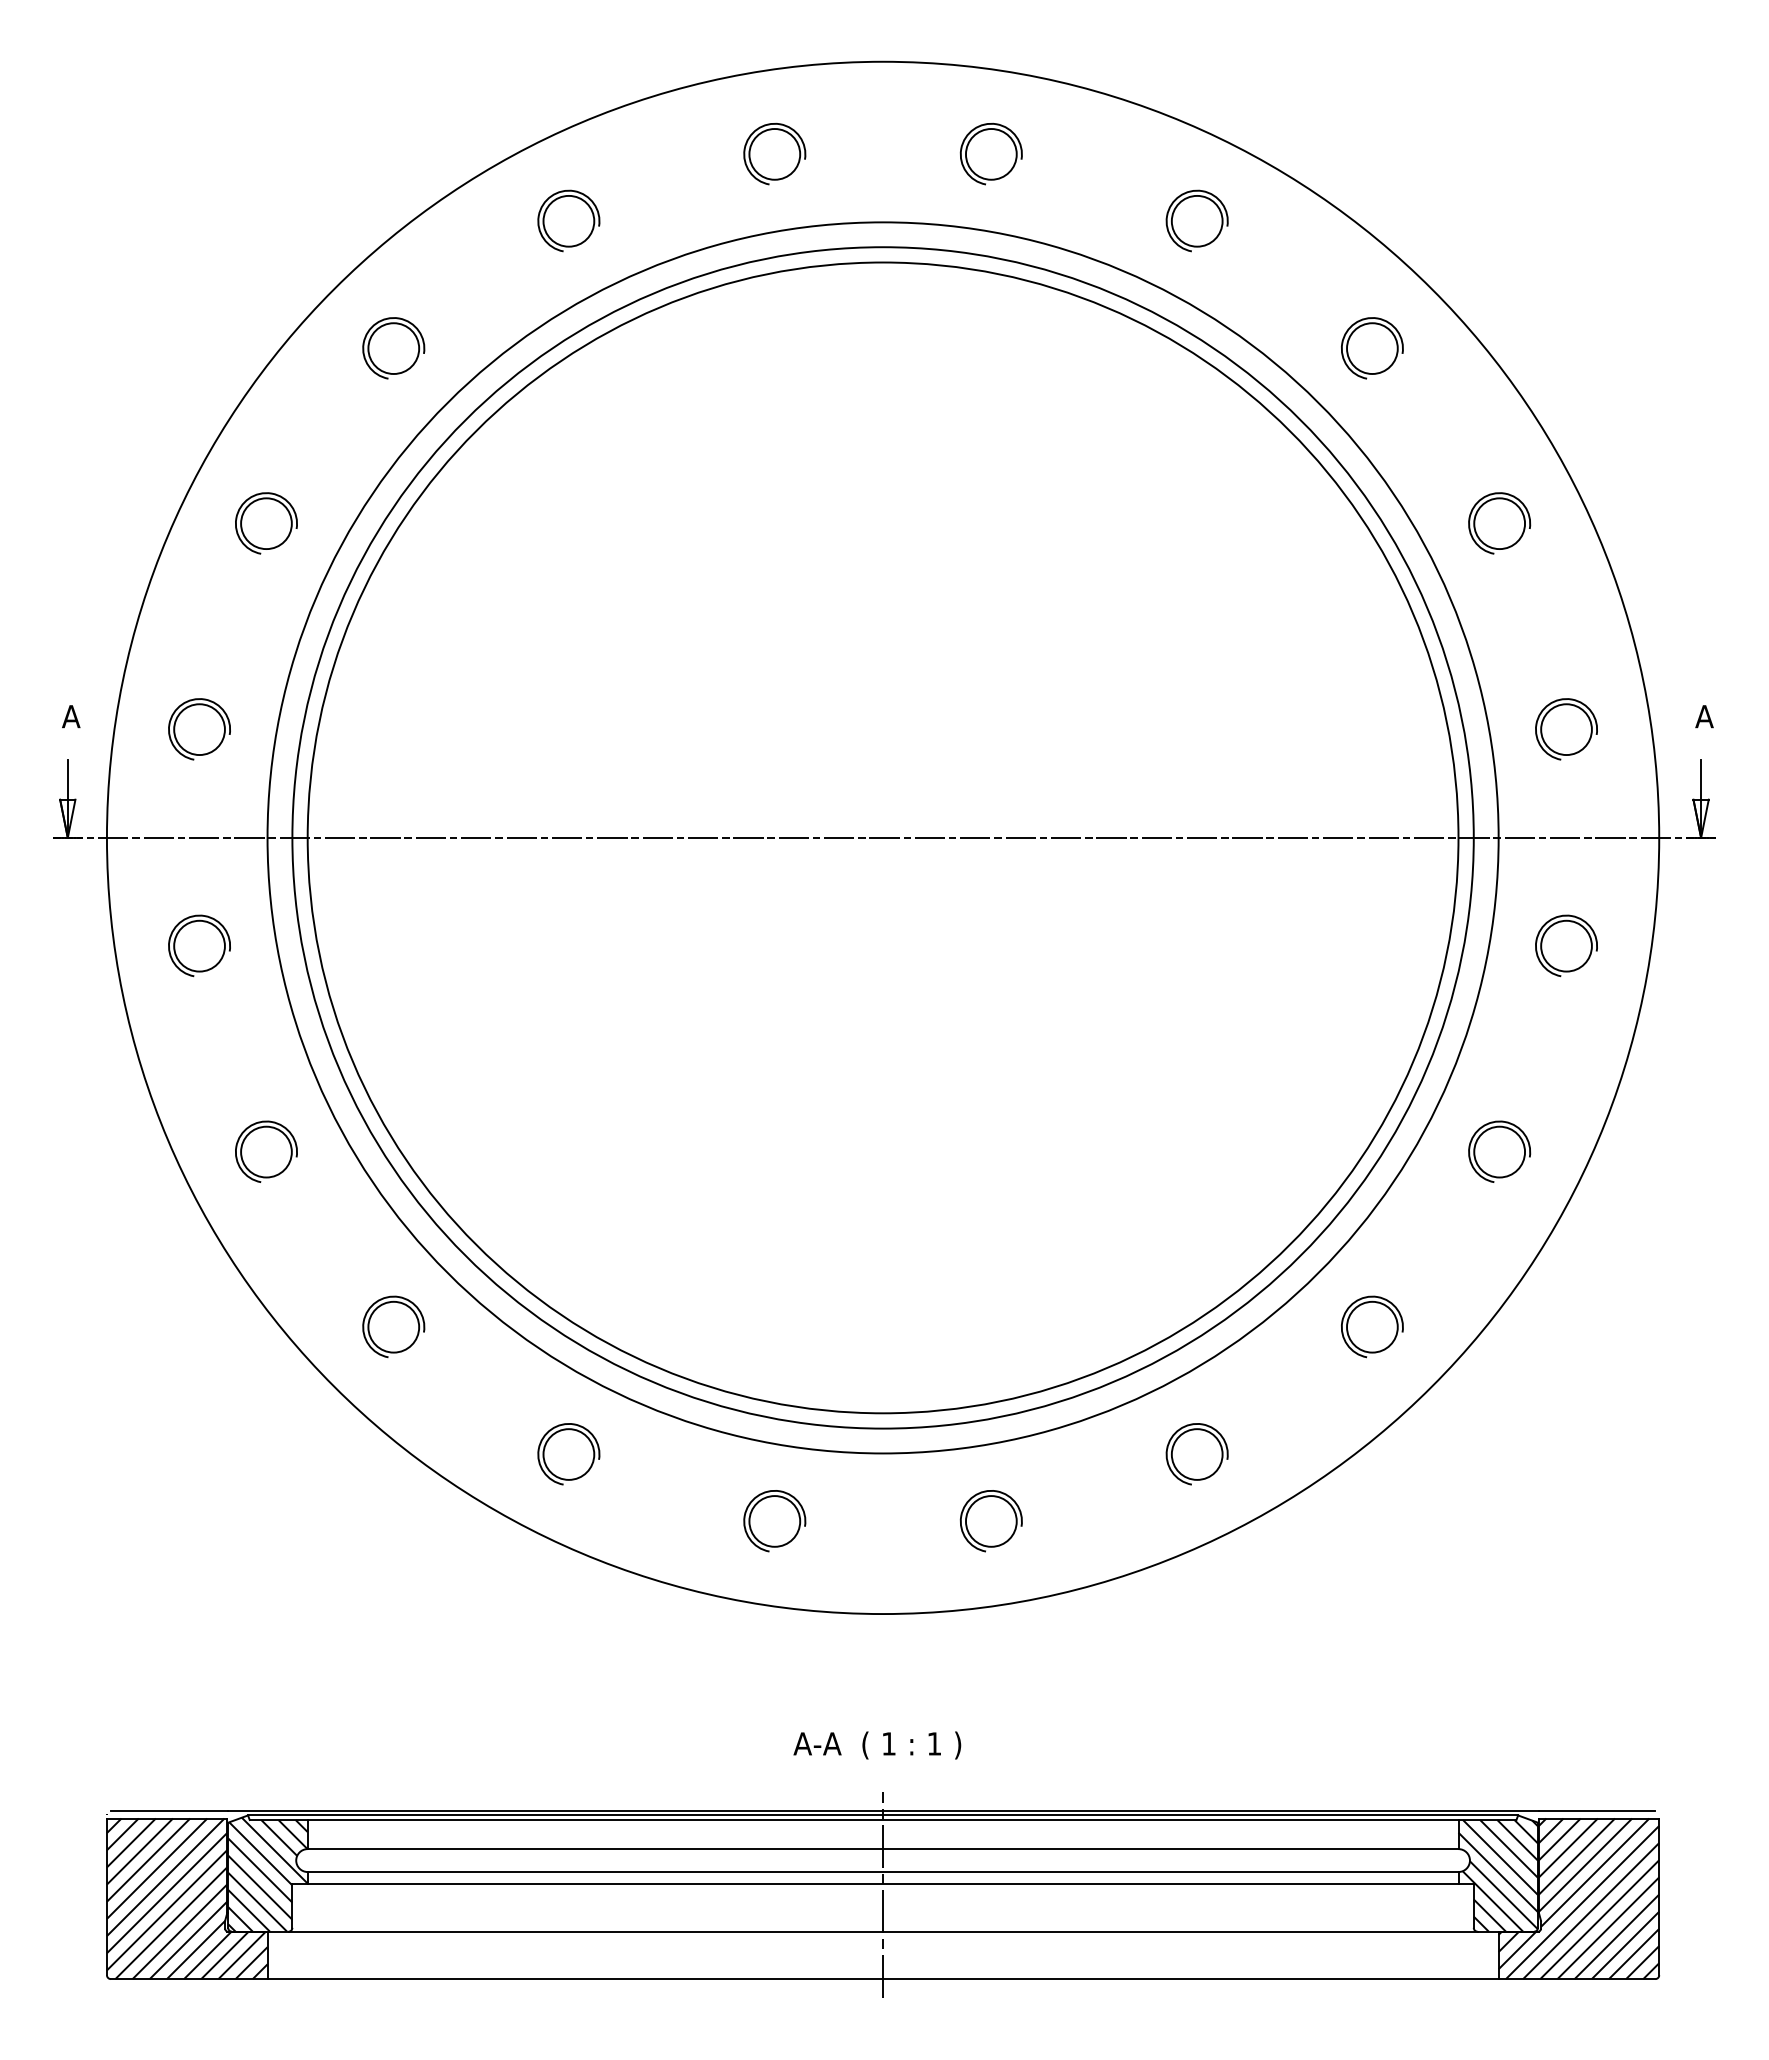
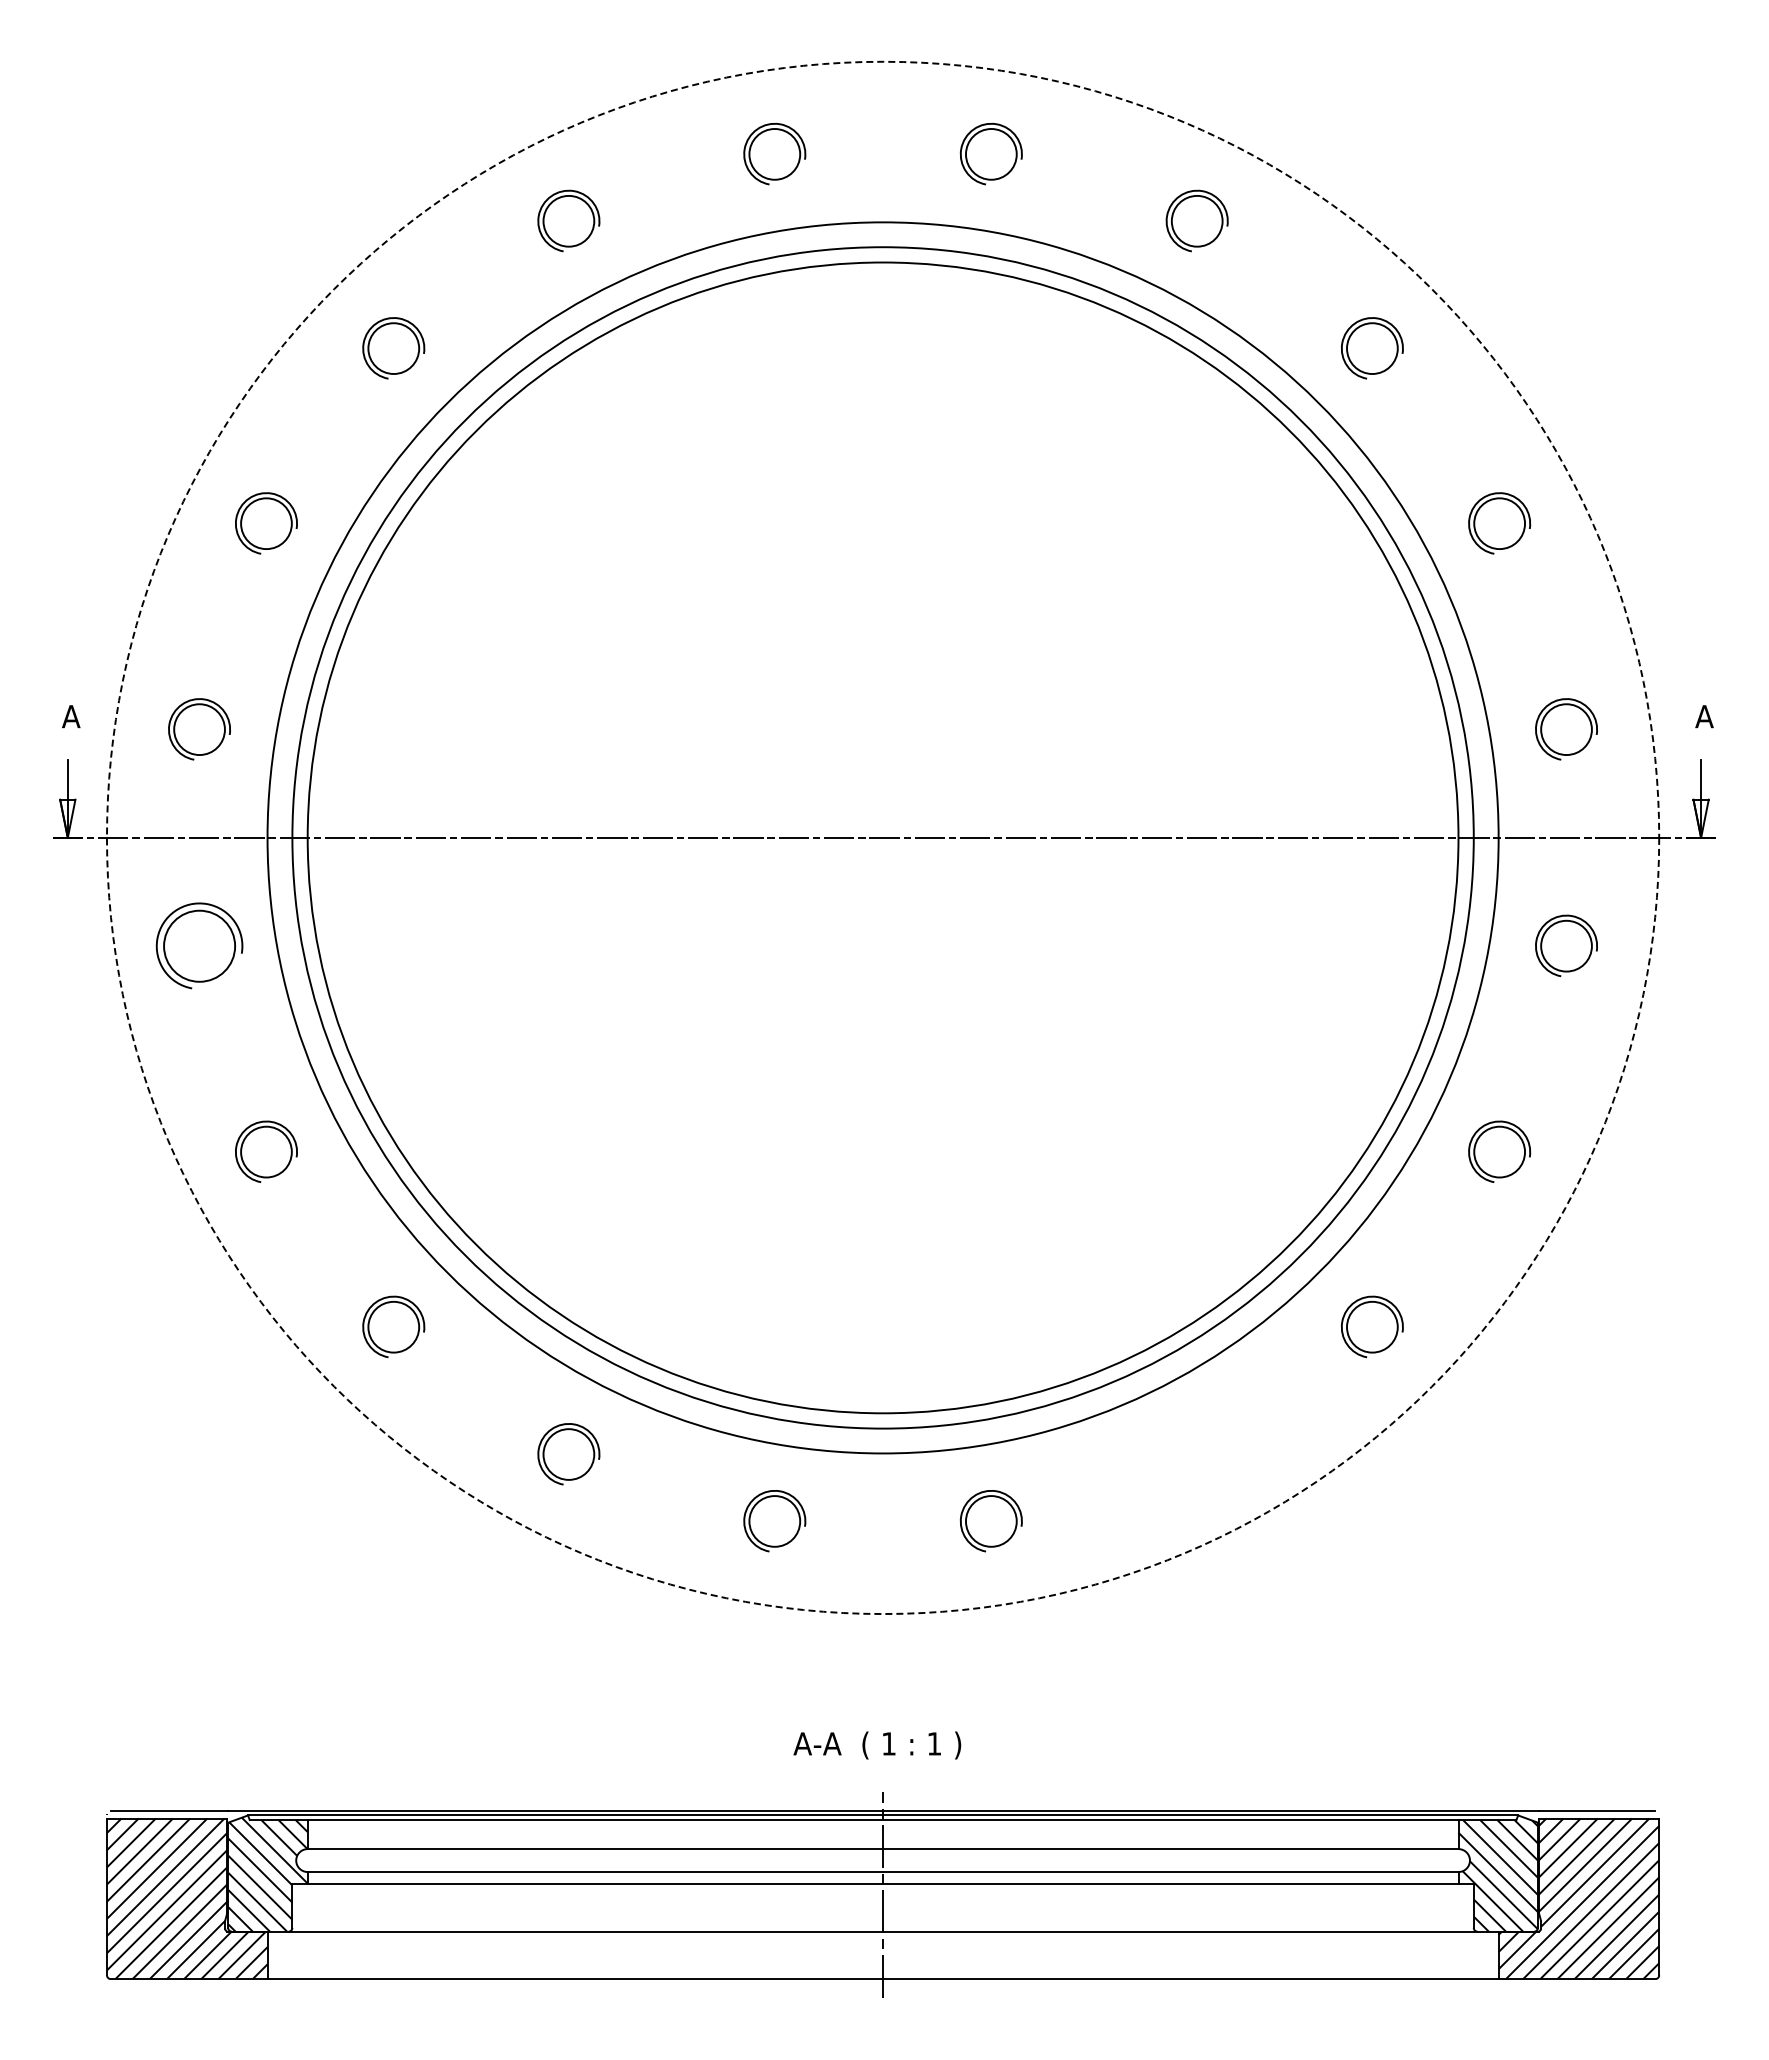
circle at (882, 837): solid -> dashed
part at (199, 945) size: 63x64 px -> 89x88 px
part at (1196, 1454): present -> none
